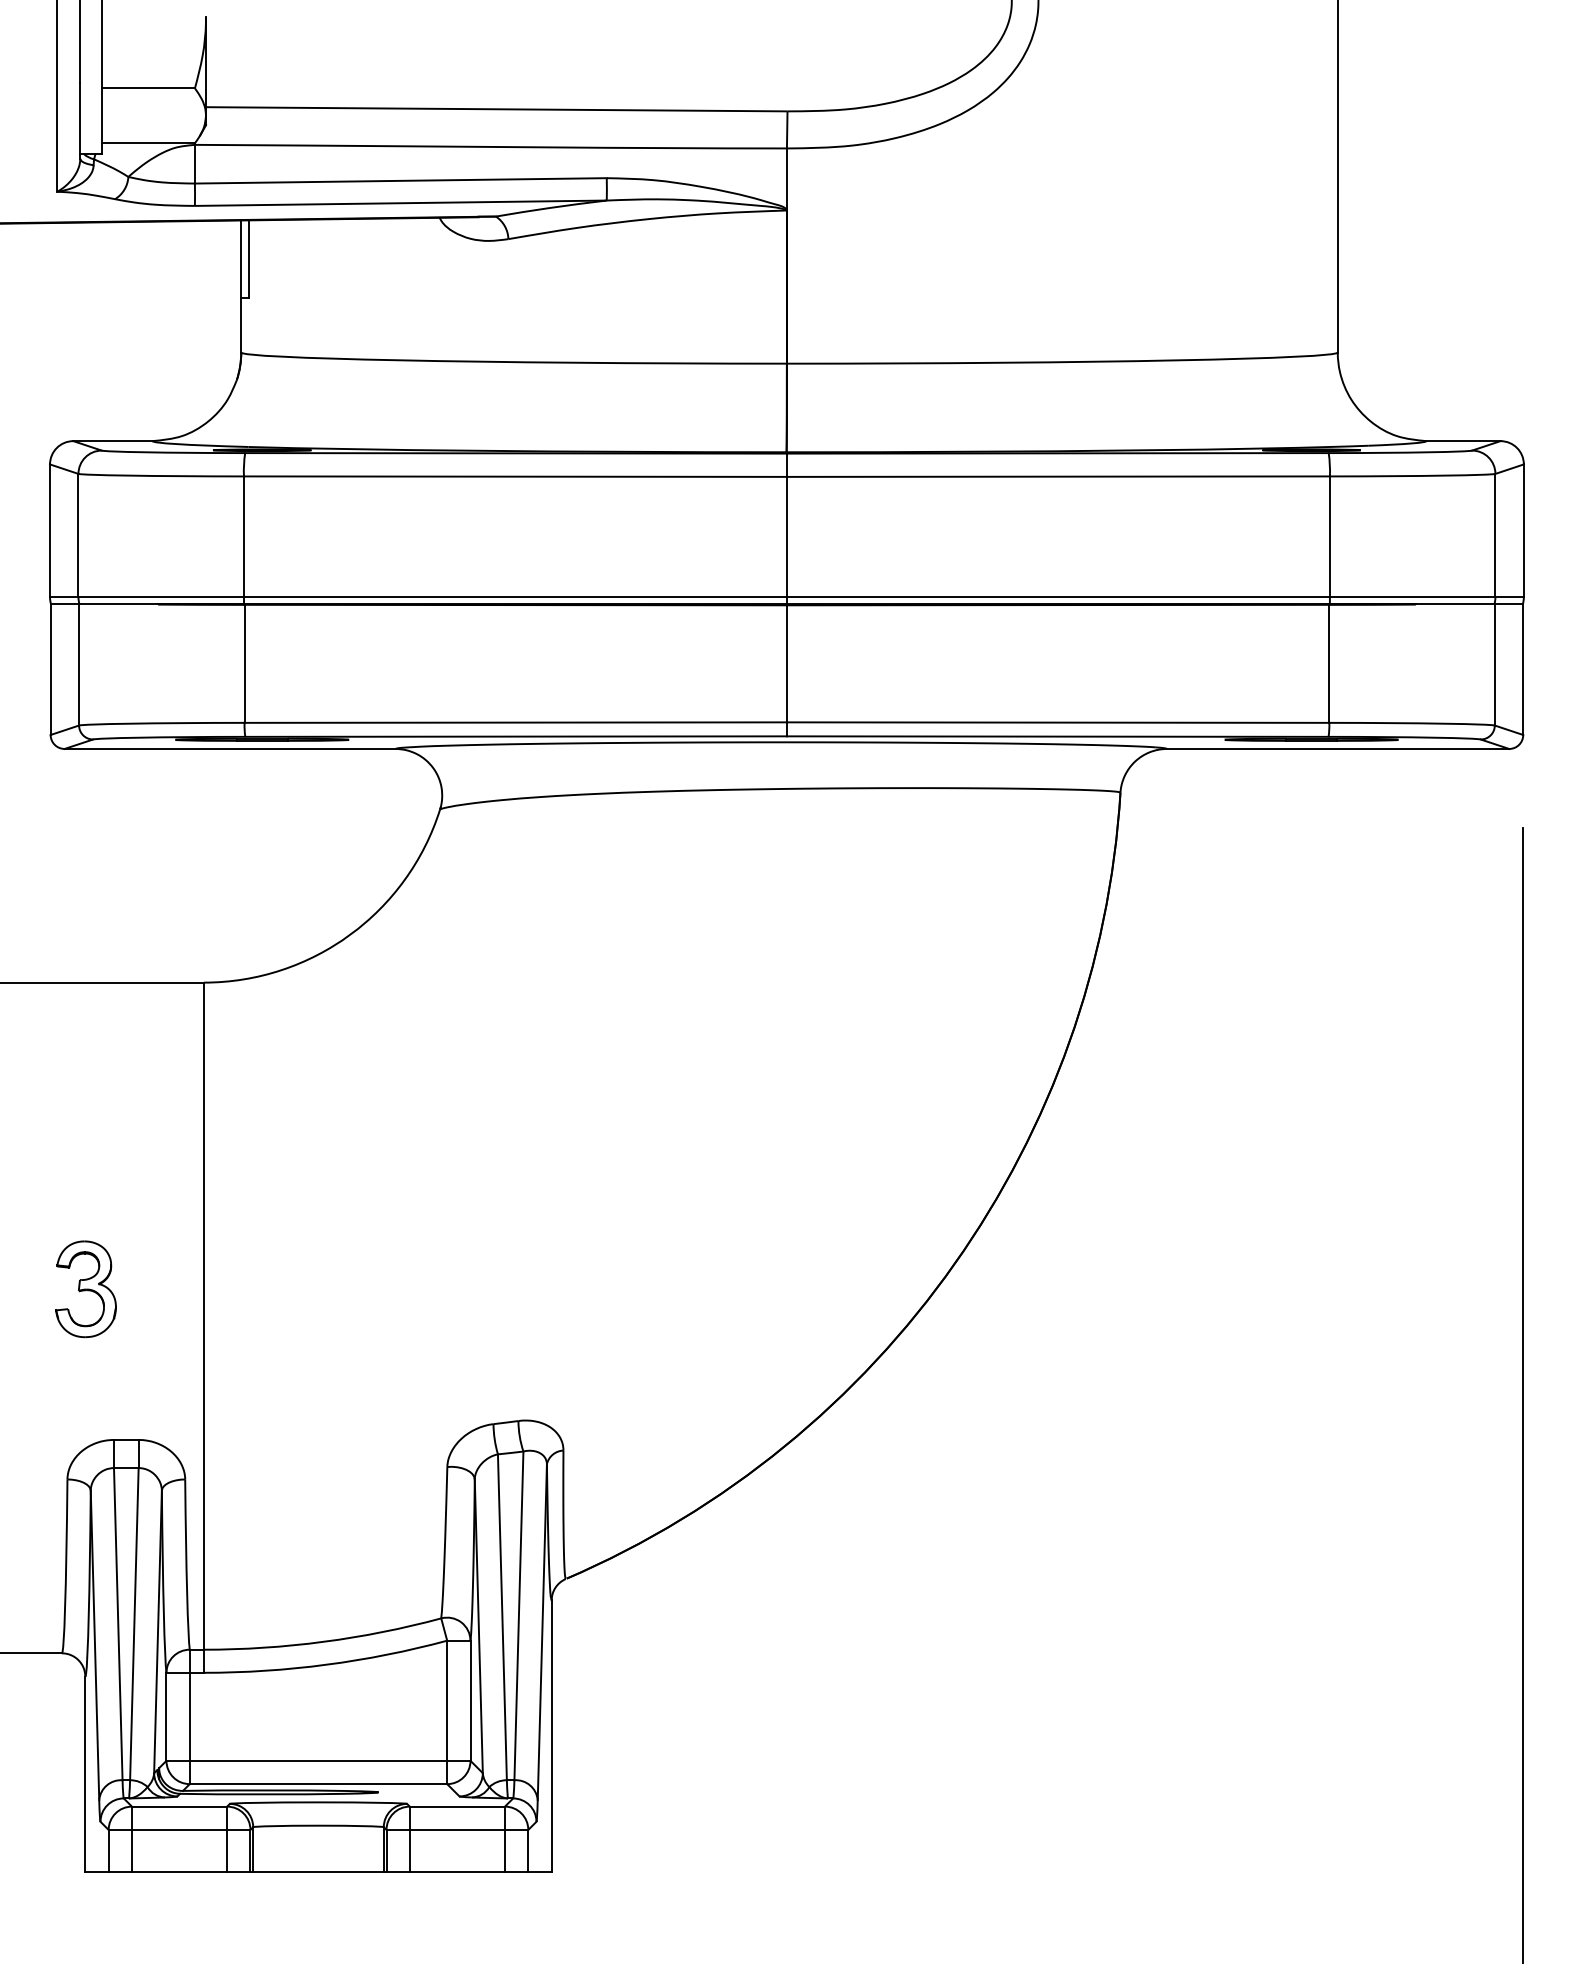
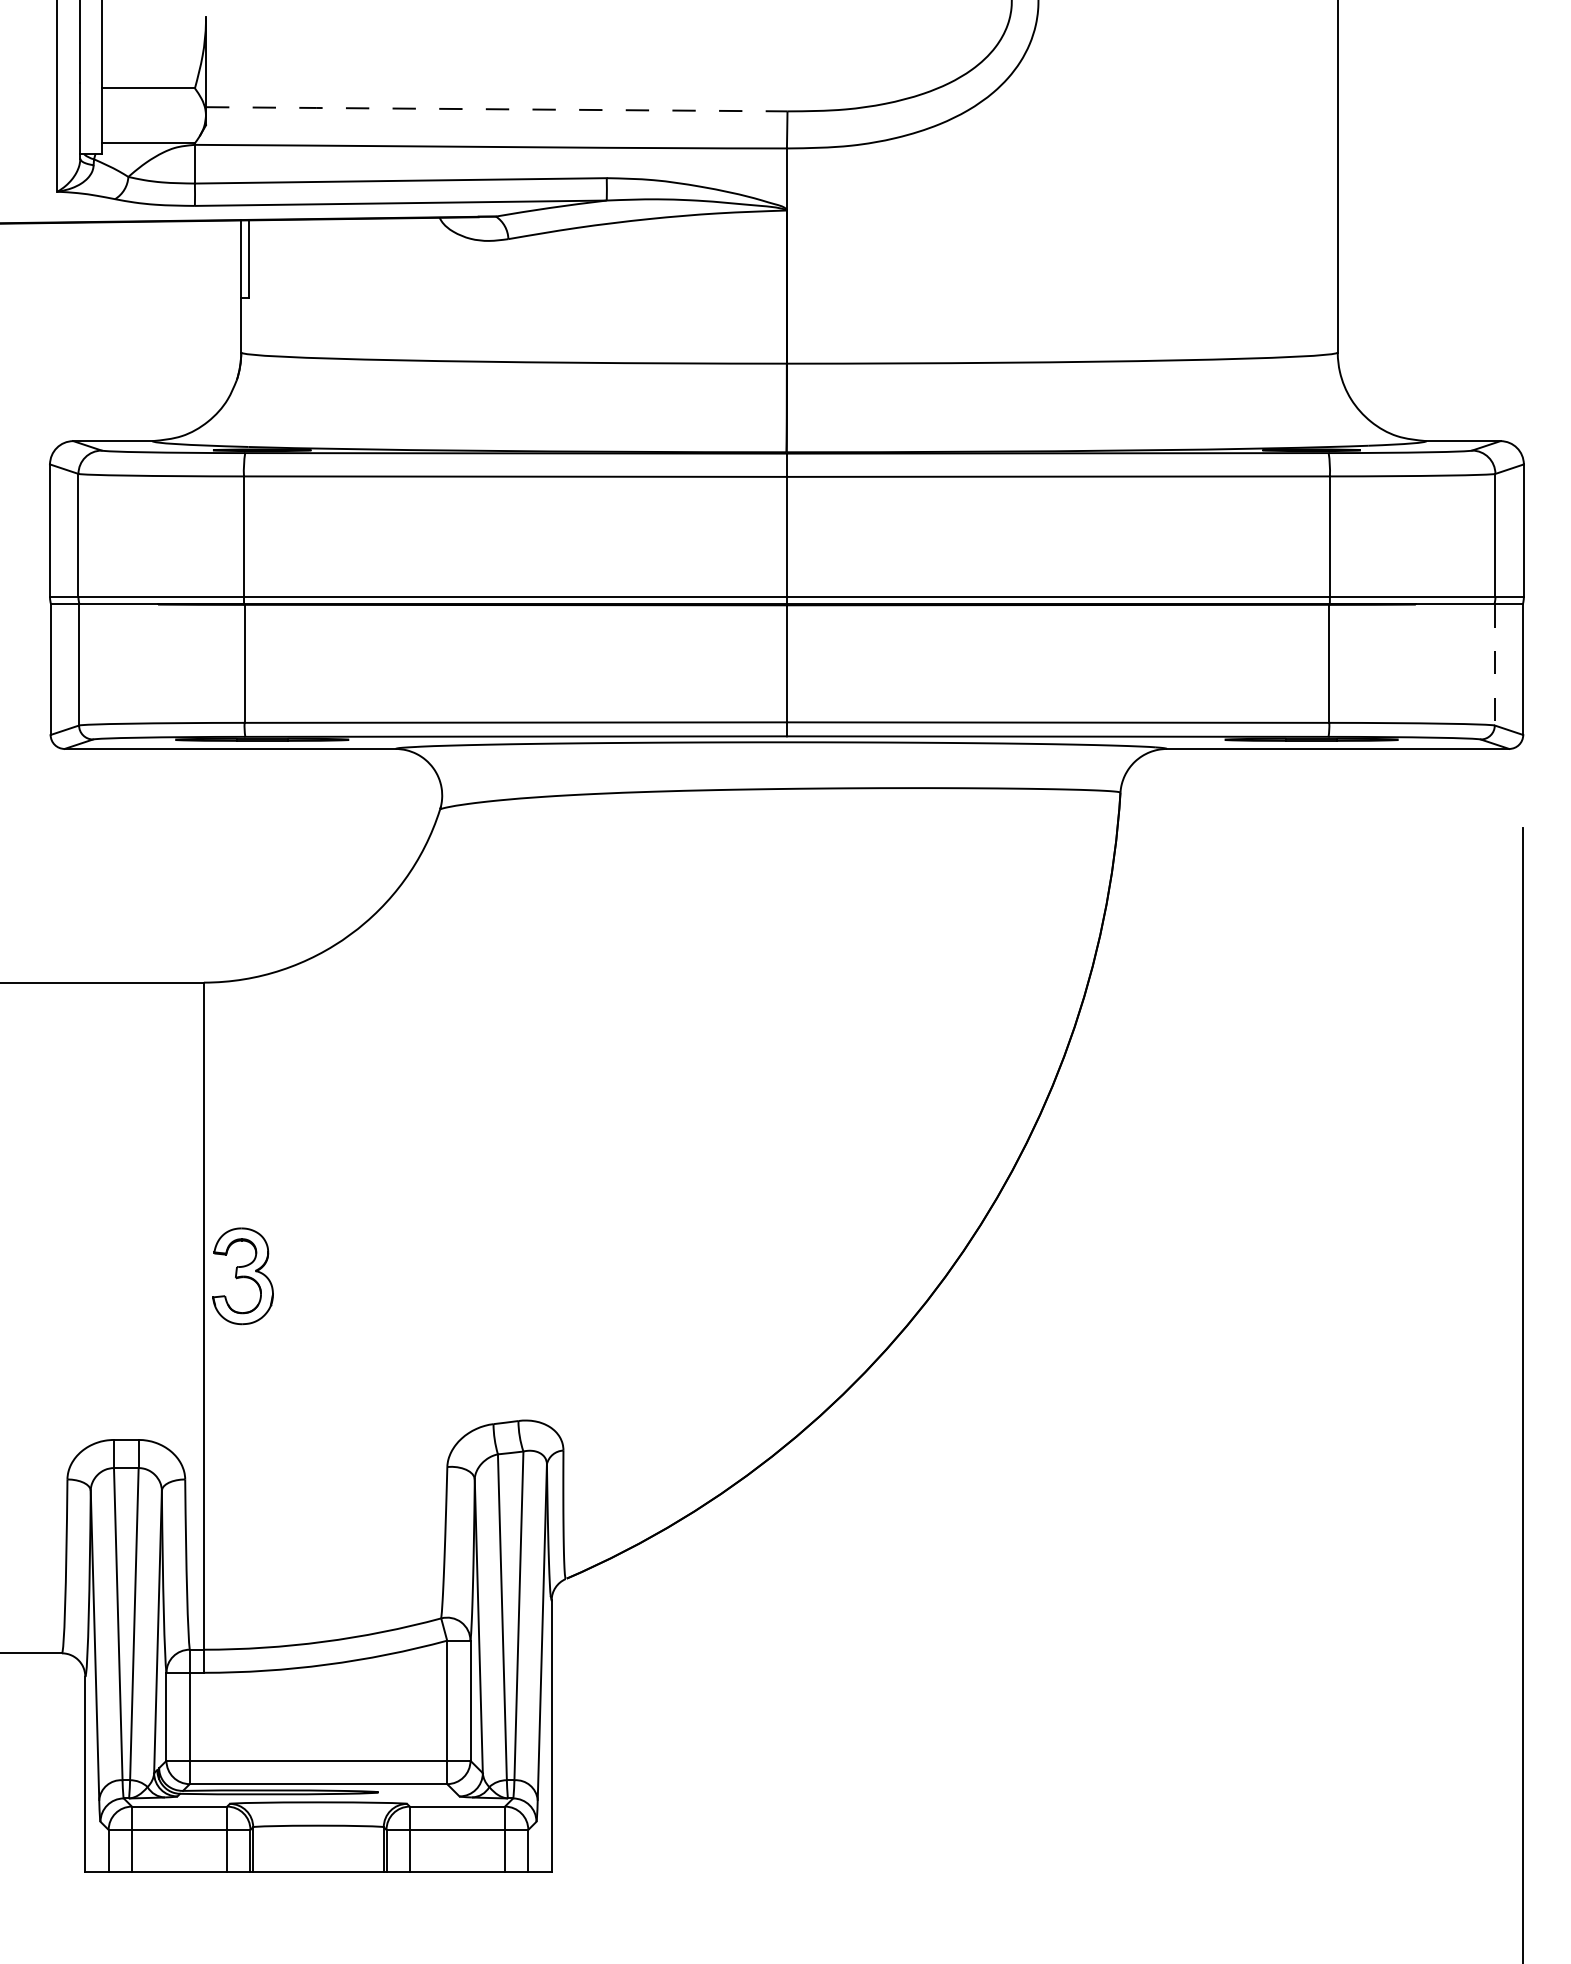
line at (495, 109): solid -> dashed
line at (1494, 664): solid -> dashed
part at (85, 1289) position: (85, 1289) -> (242, 1276)
